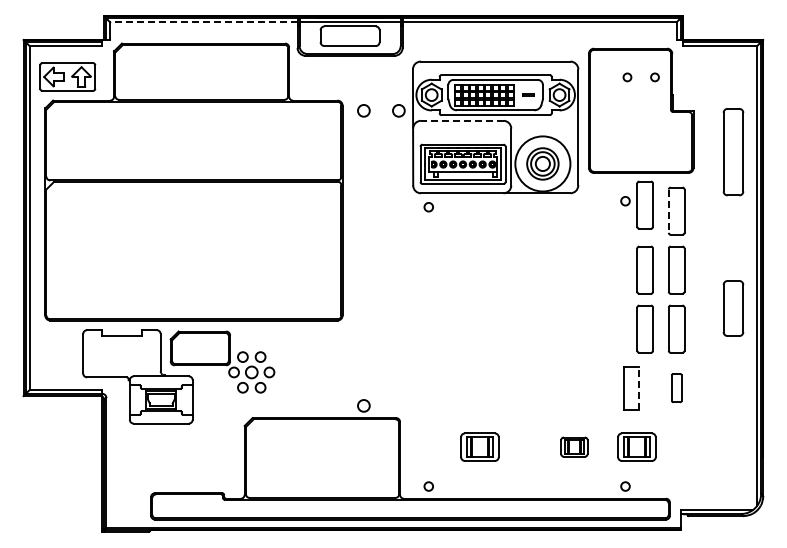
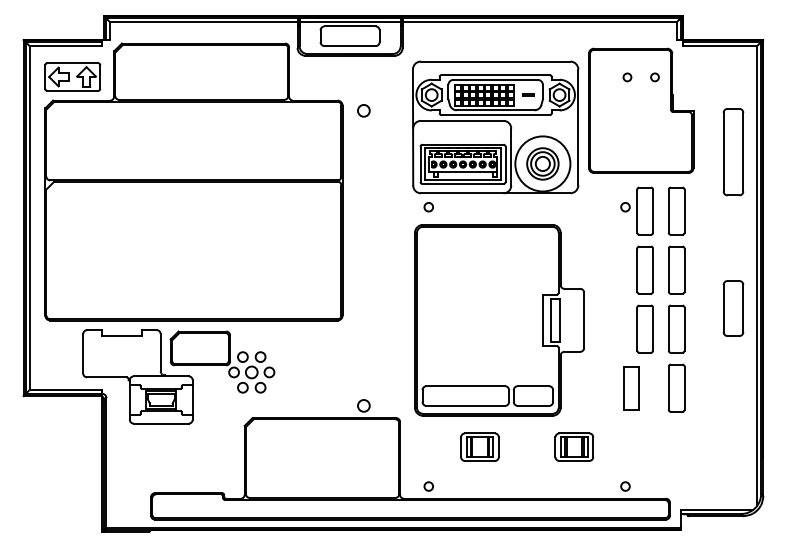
line at (203, 22): dashed -> solid
part at (67, 76) position: (67, 76) -> (72, 76)
circle at (398, 110): present -> none
line at (461, 120): dashed -> solid
part at (636, 204) position: (636, 204) -> (636, 210)
line at (668, 211): dashed -> solid
part at (499, 320): none -> present
part at (676, 387) size: 12x30 px -> 18x50 px
line at (639, 388): dashed -> solid
part at (574, 446) size: 29x22 px -> 41x30 px
part at (636, 446): present -> none
